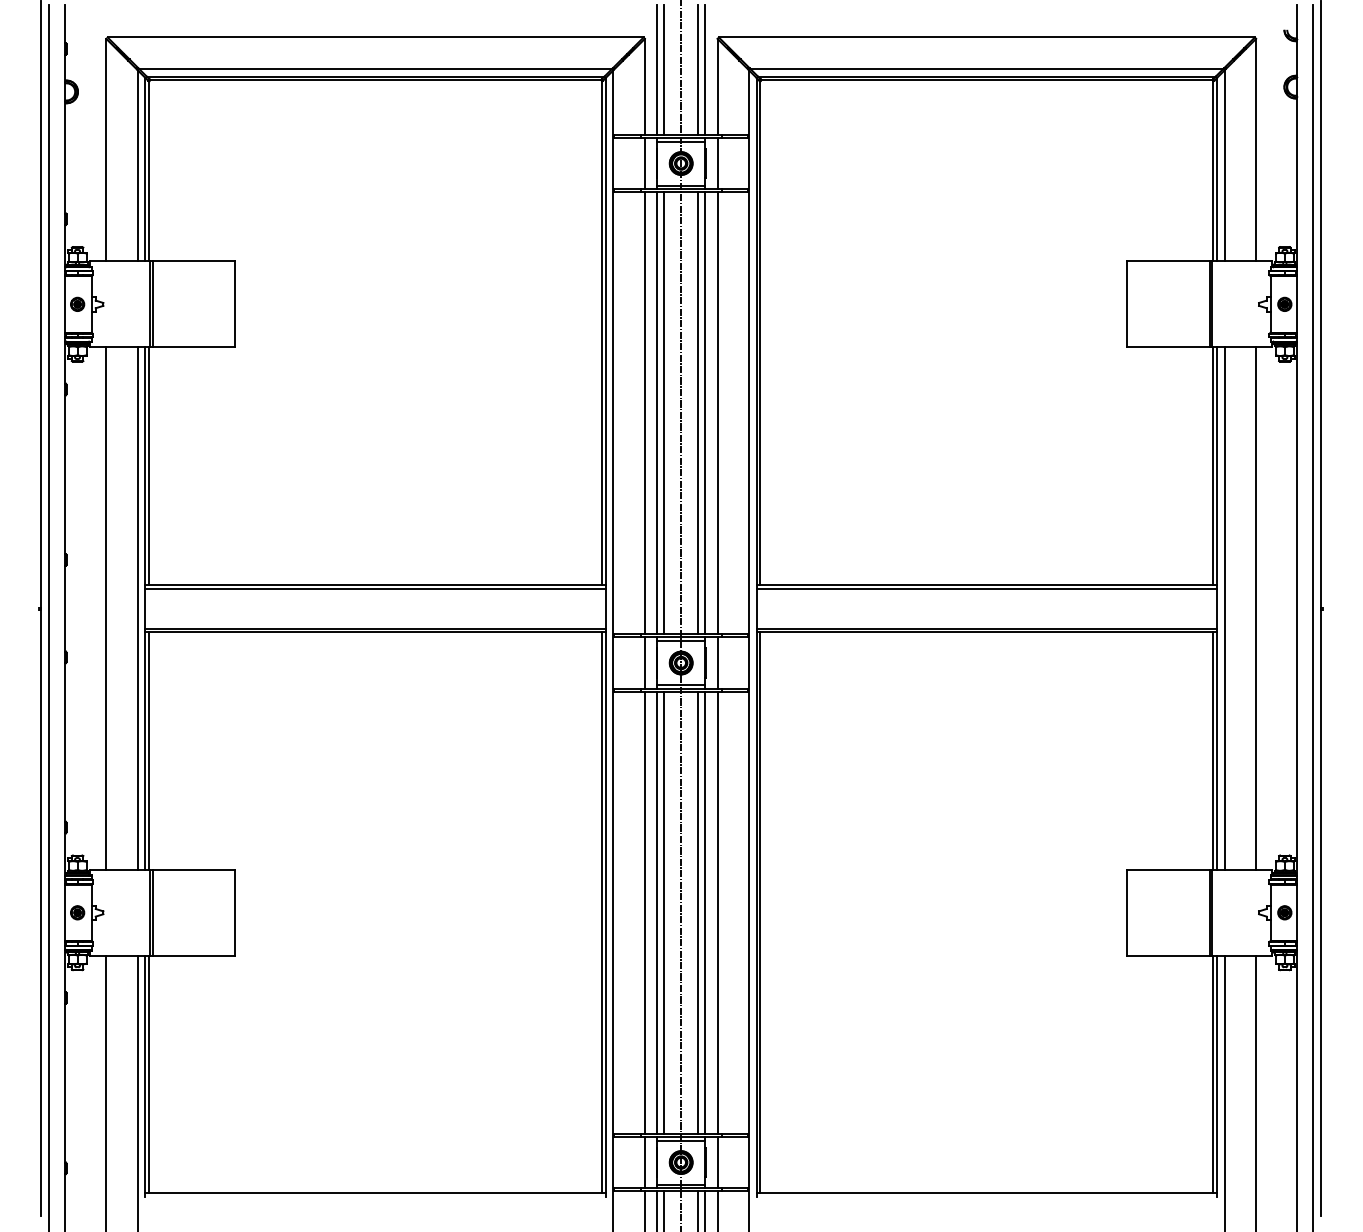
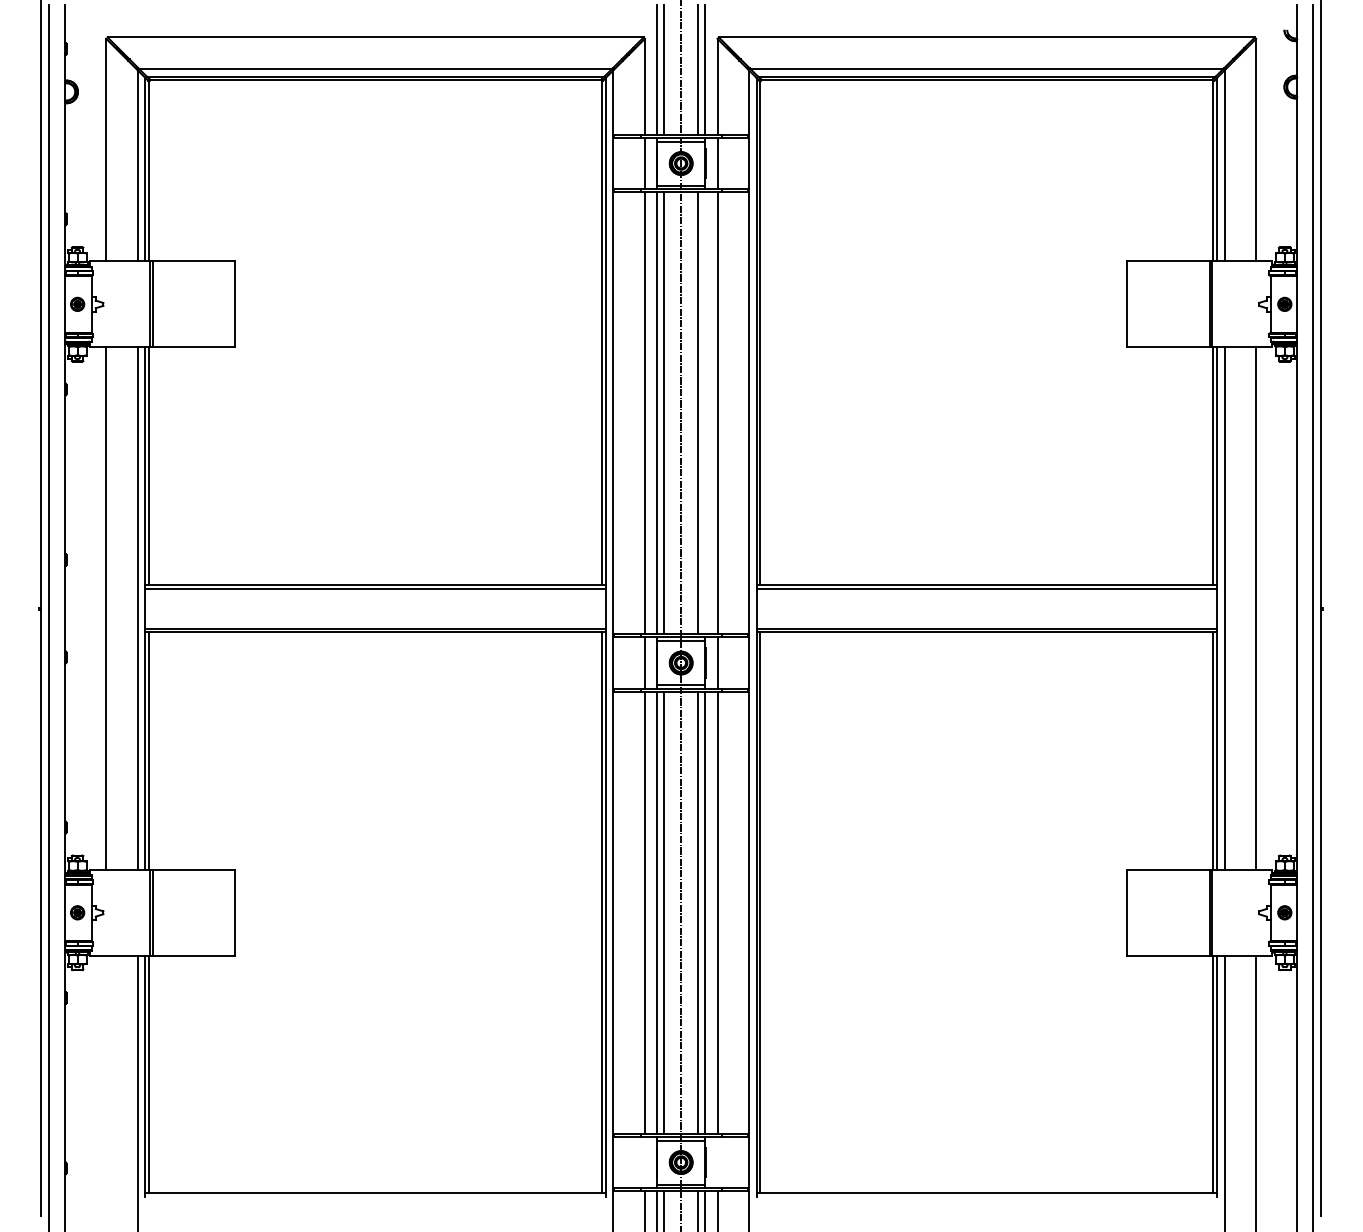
line at (705, 413): present -> none
line at (106, 1091): present -> none
line at (644, 1162): present -> none
line at (717, 1162): present -> none
